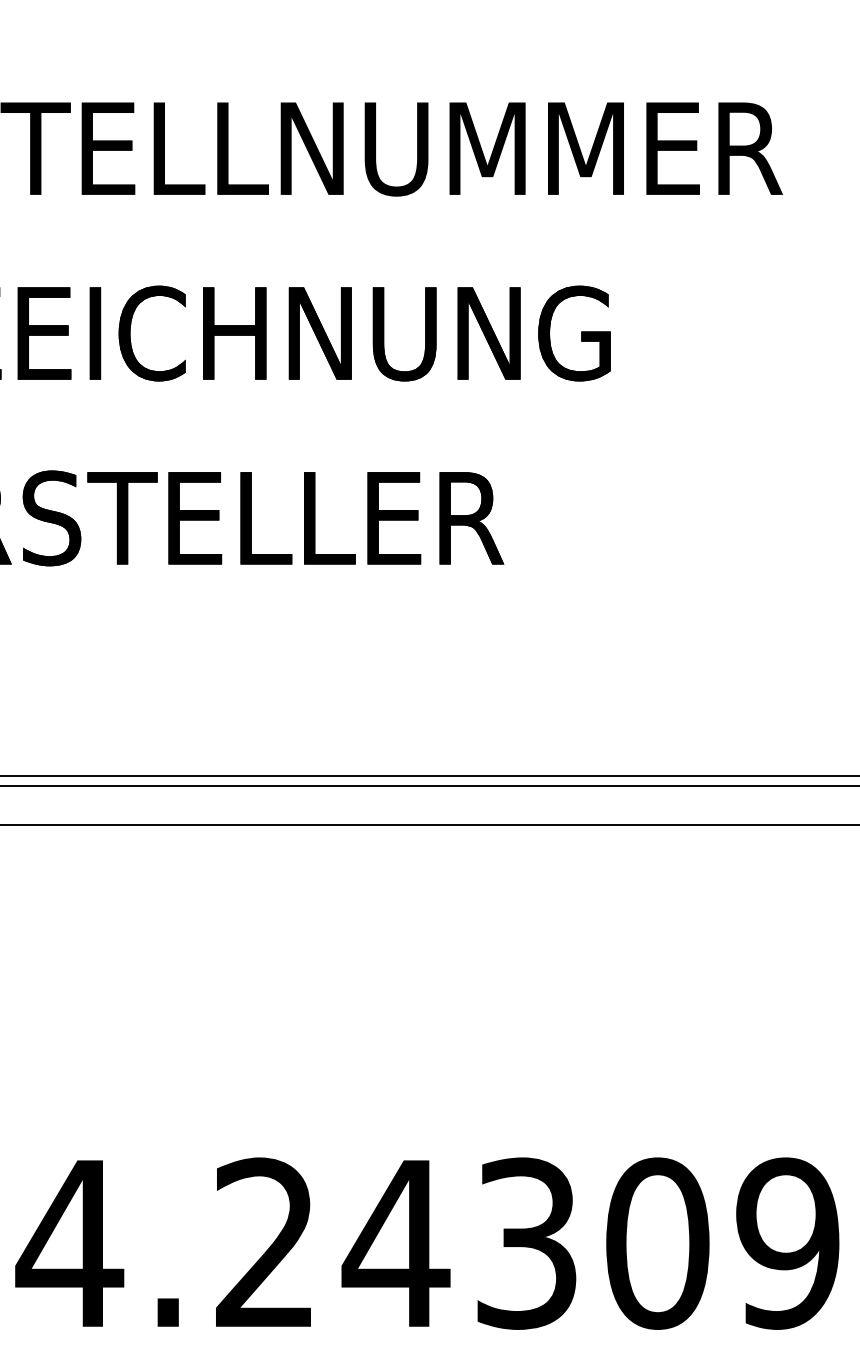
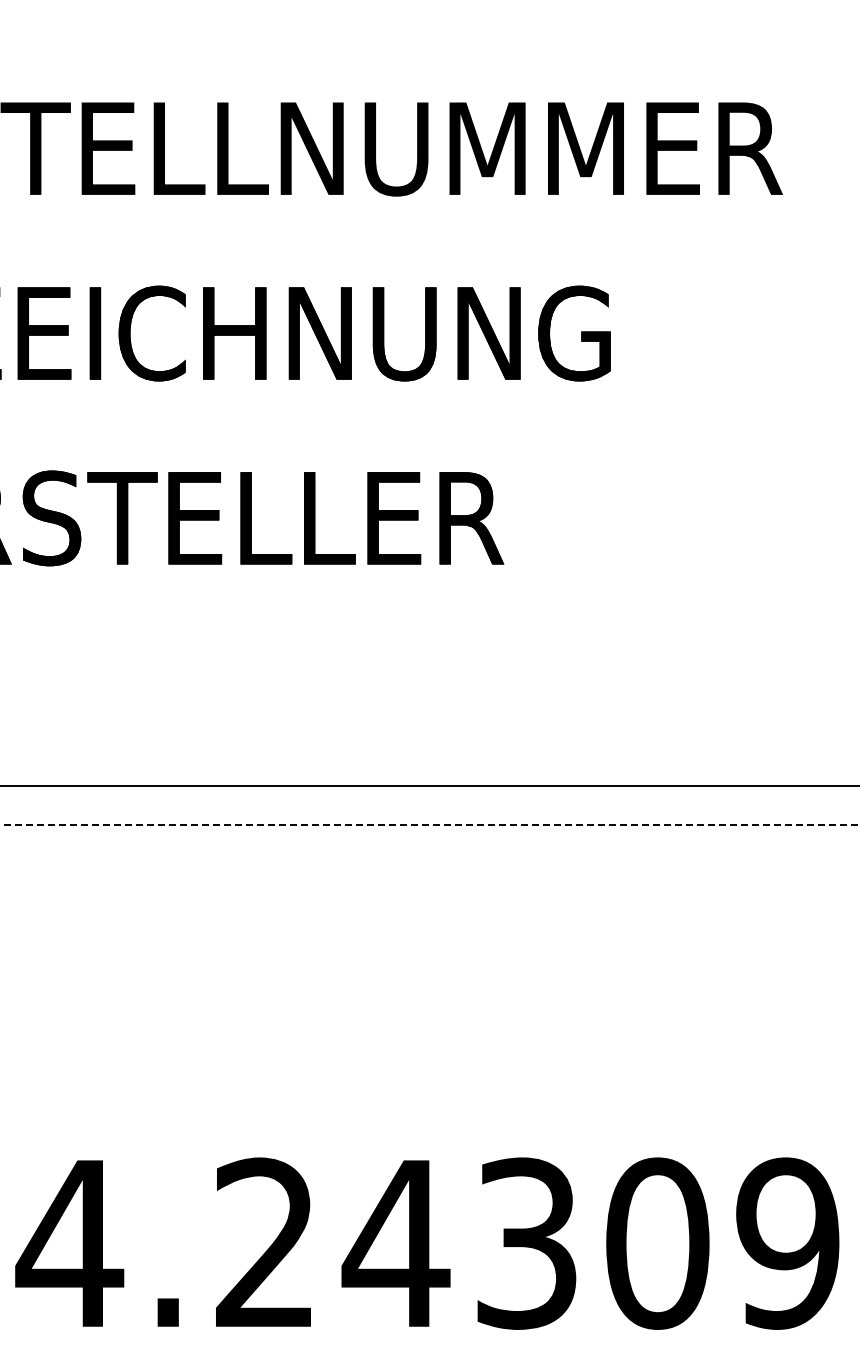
line at (429, 776): present -> none
line at (429, 824): solid -> dashed
